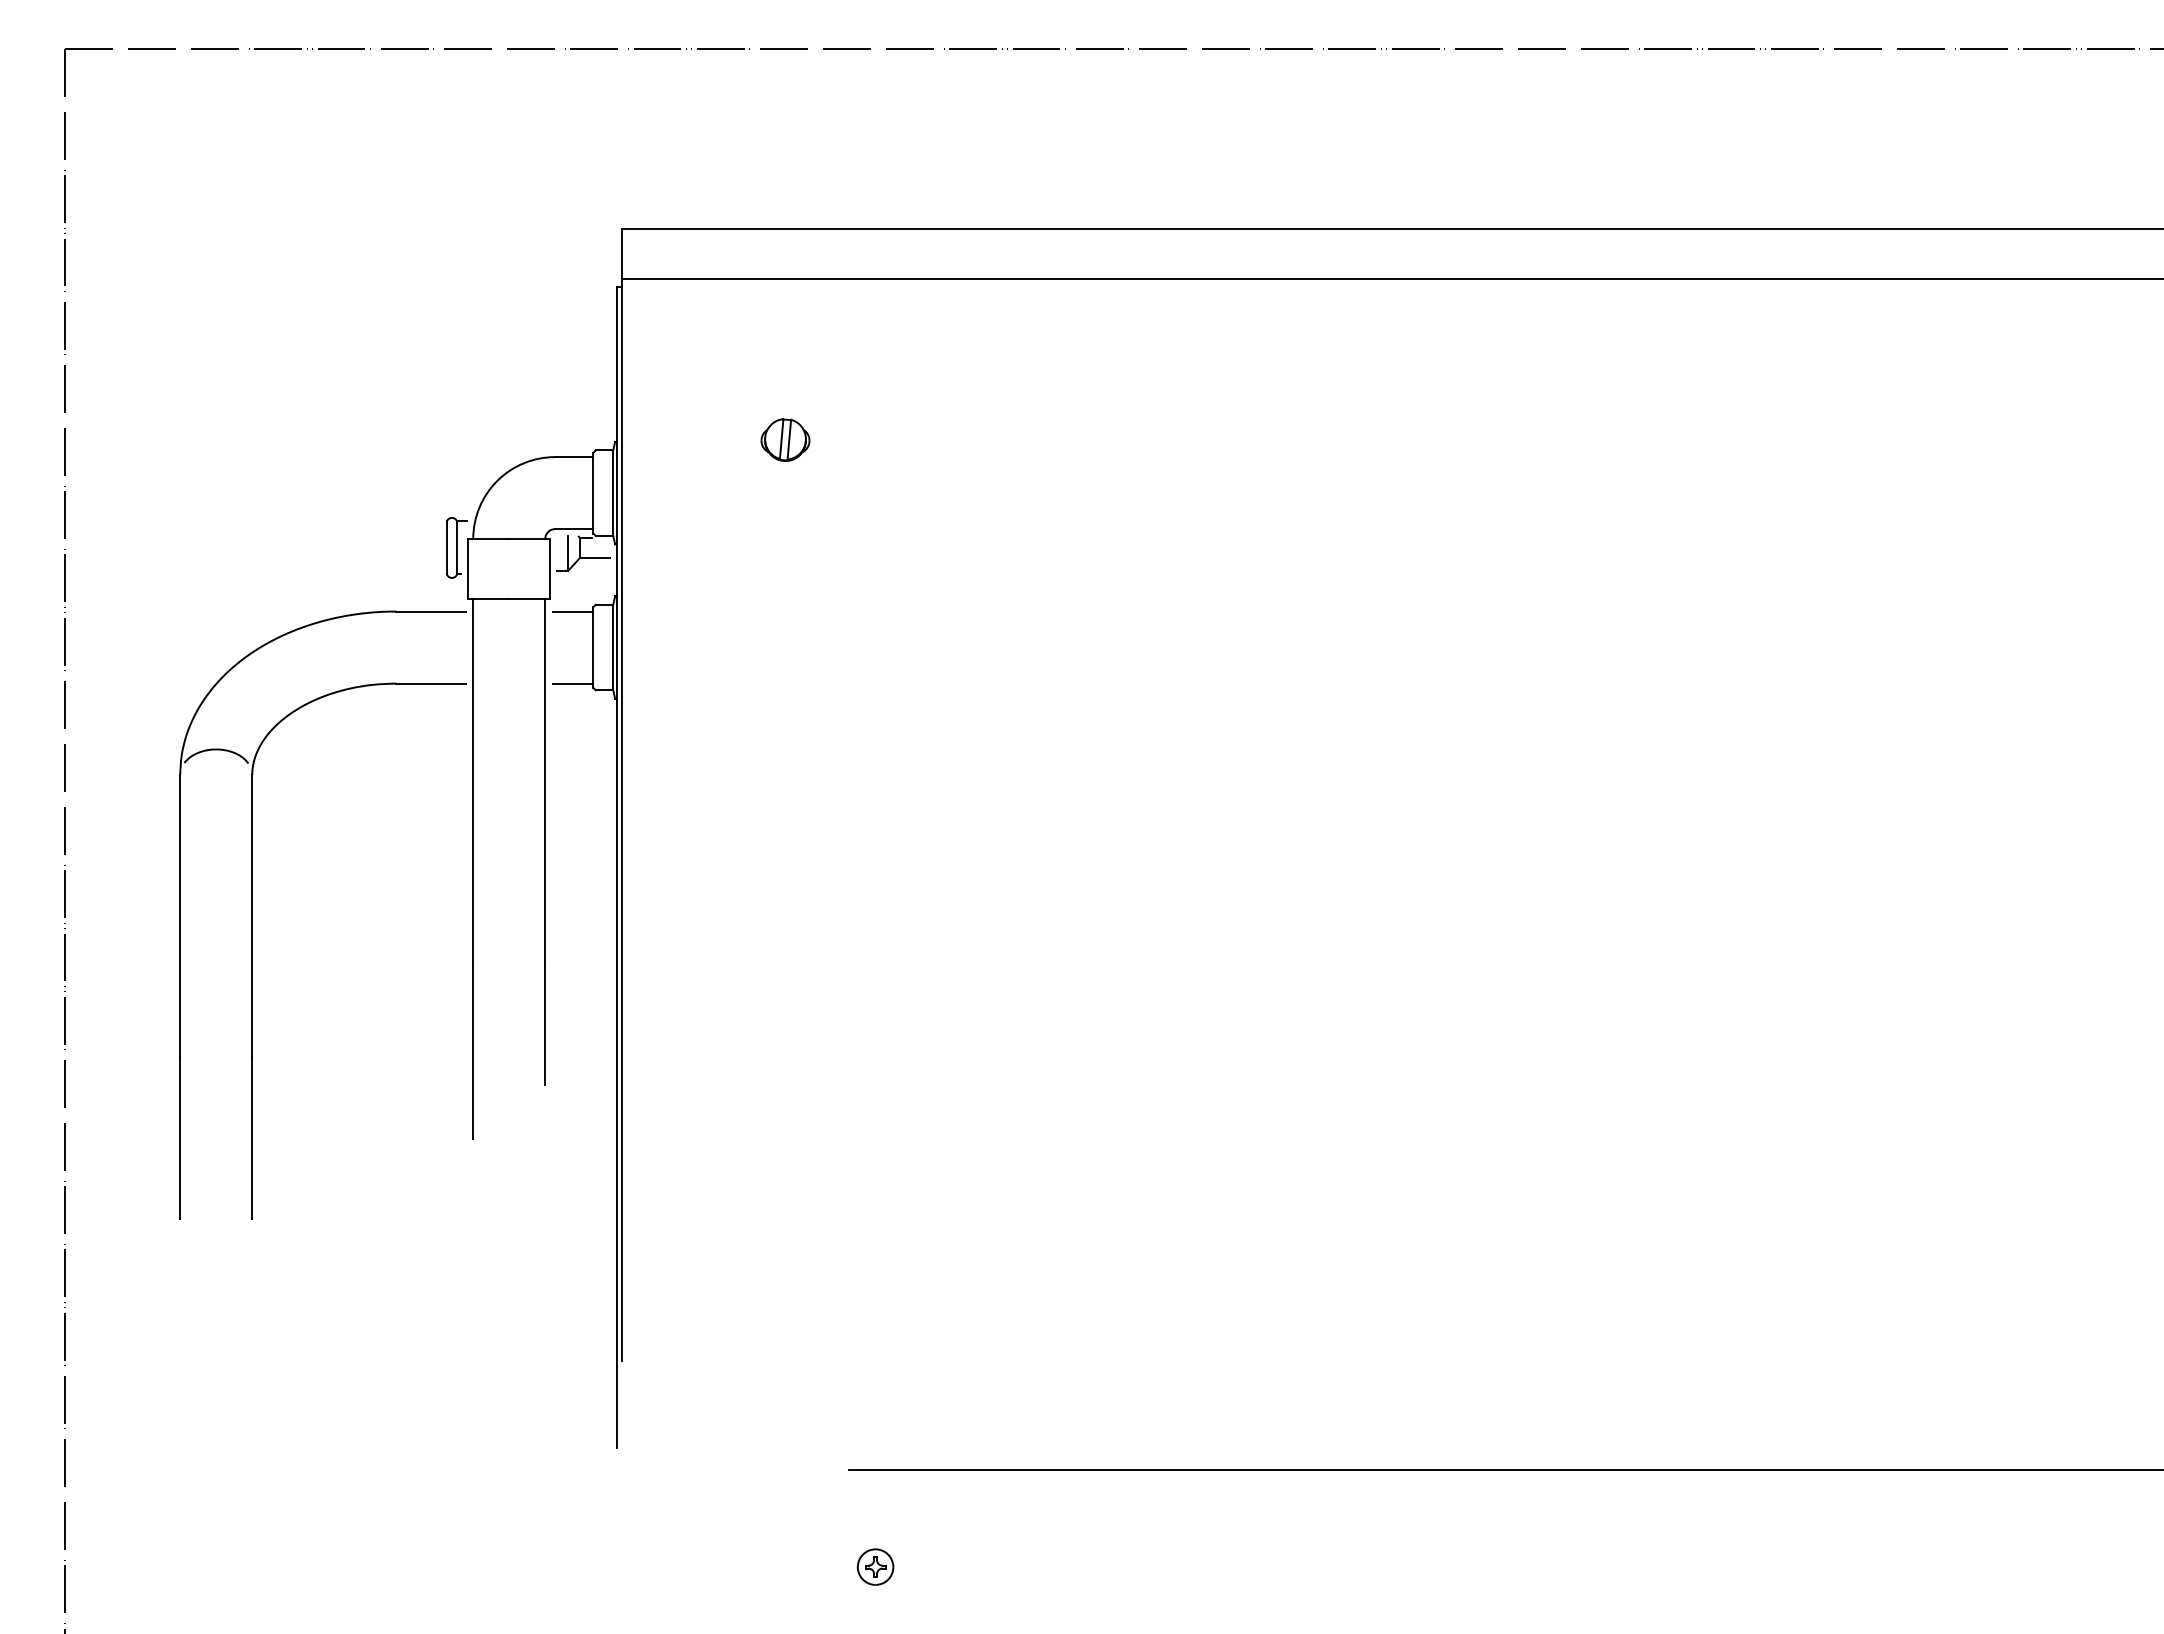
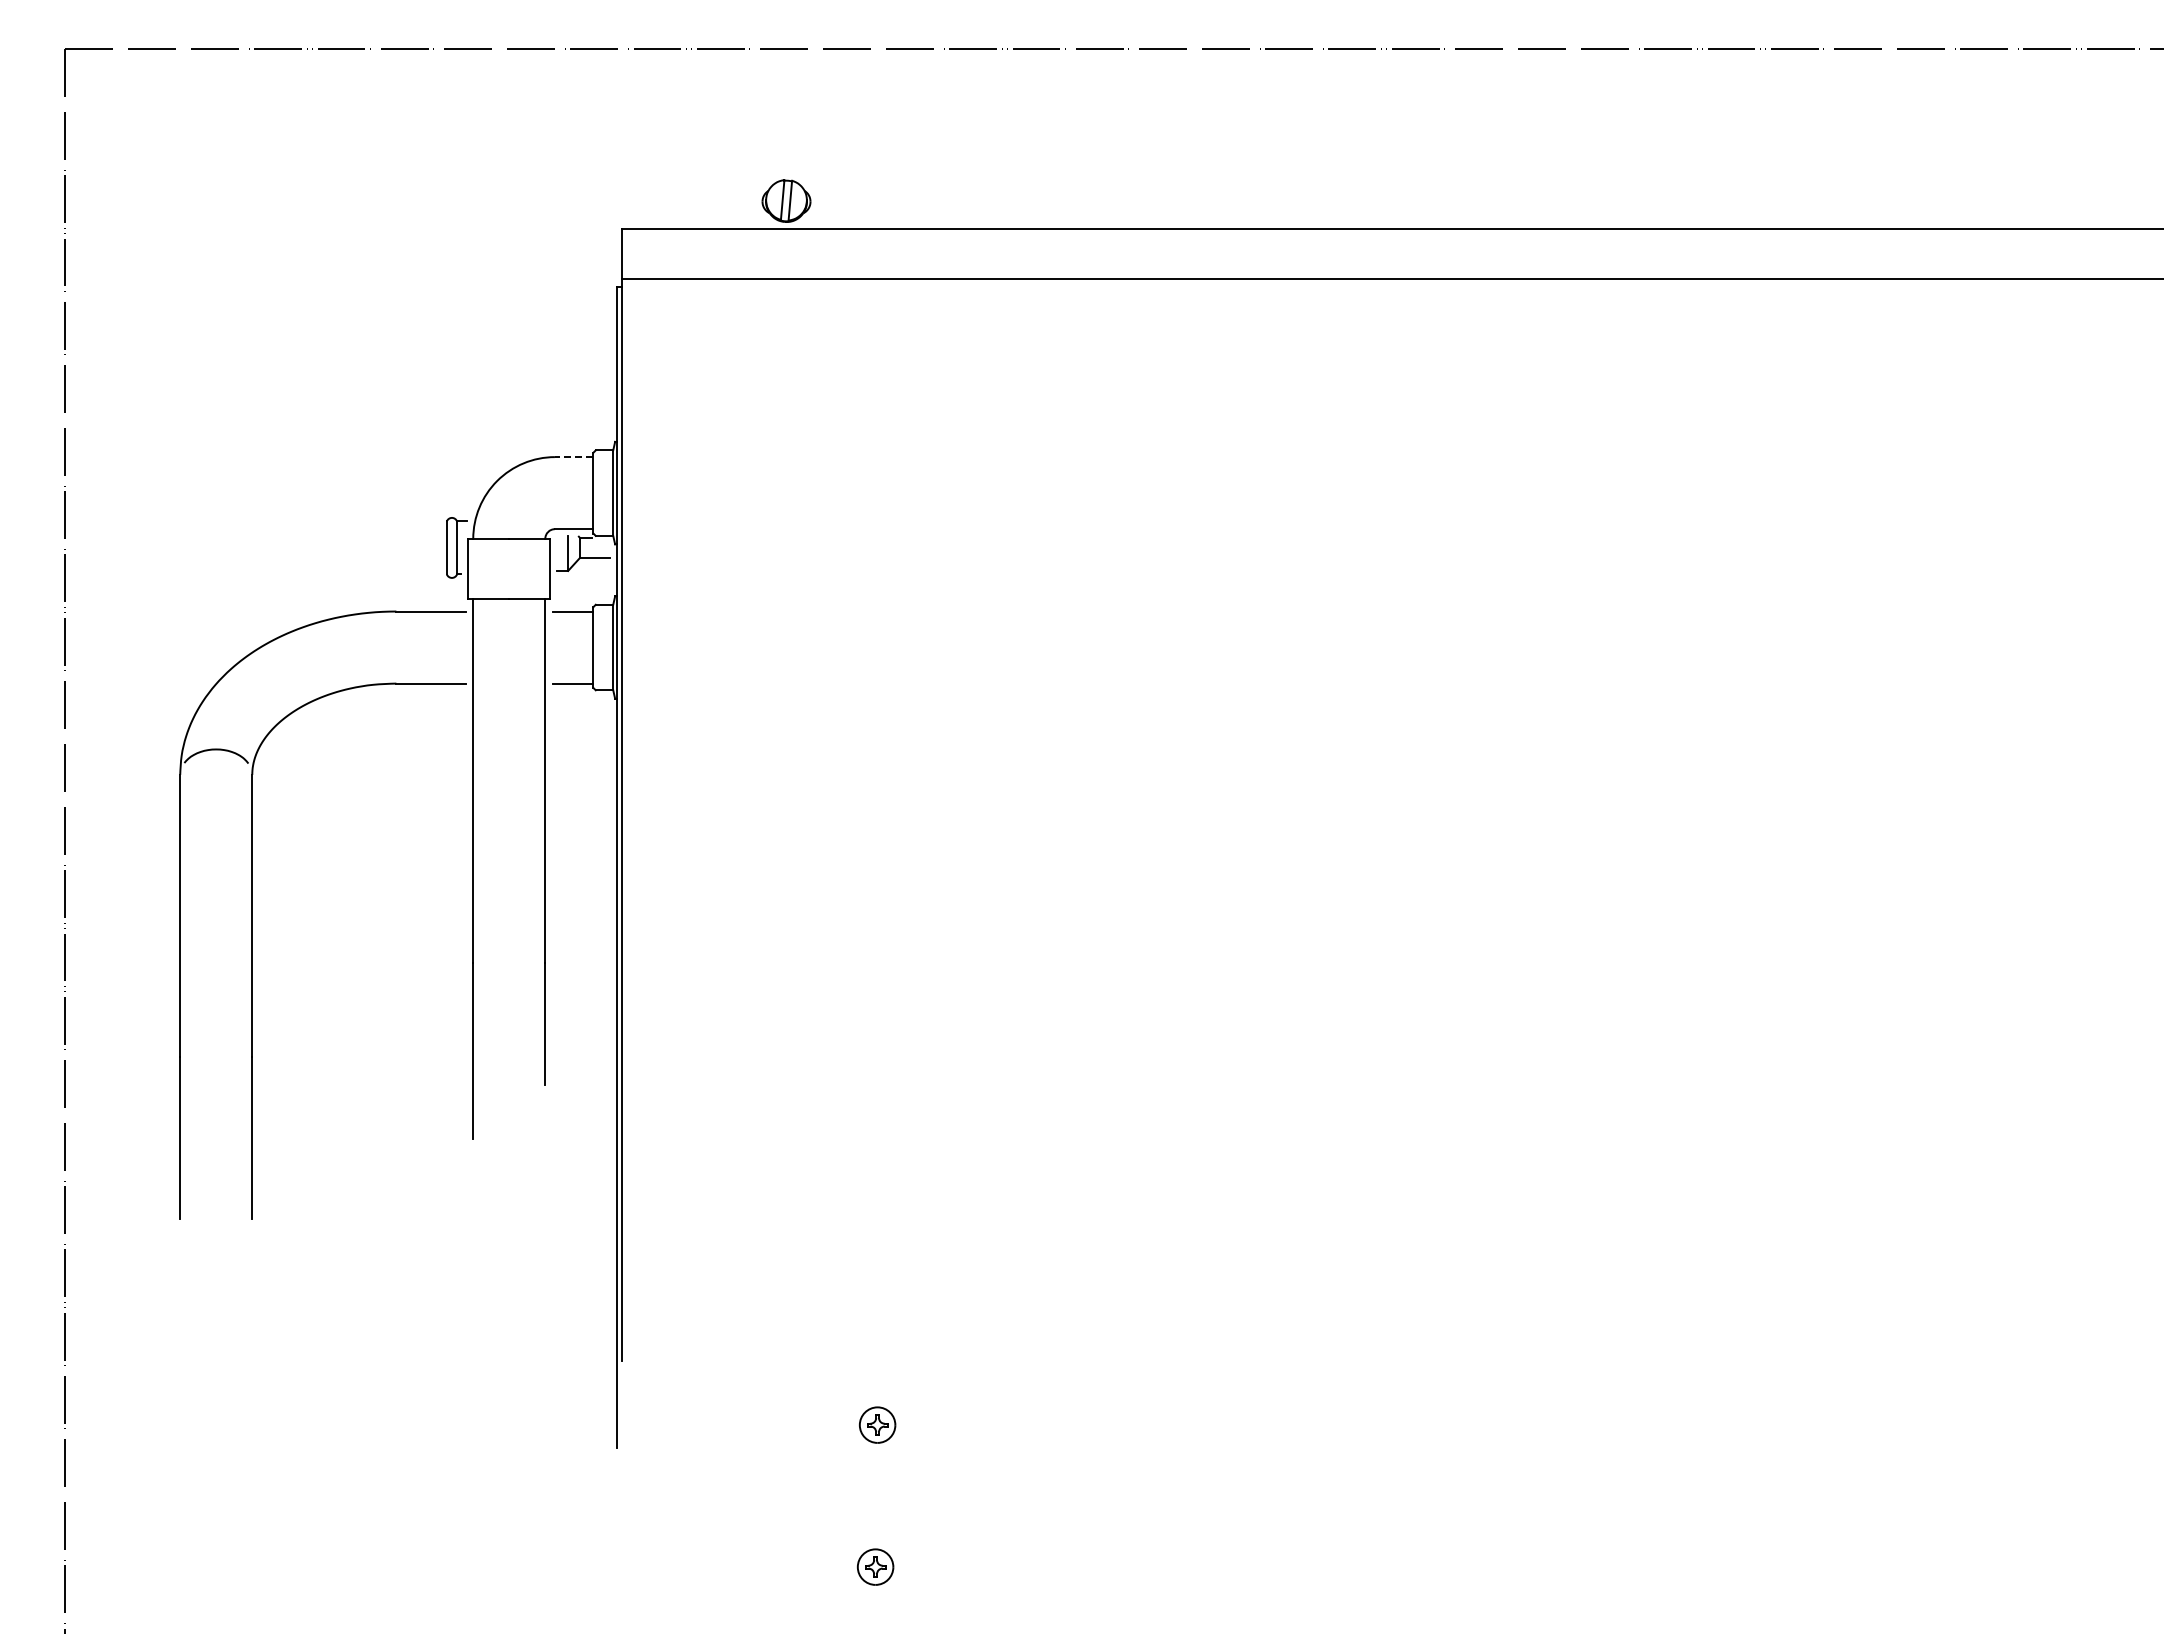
part at (785, 439) position: (785, 439) -> (786, 200)
line at (573, 457): solid -> dashed
part at (877, 1424): none -> present
line at (1504, 1469): present -> none
